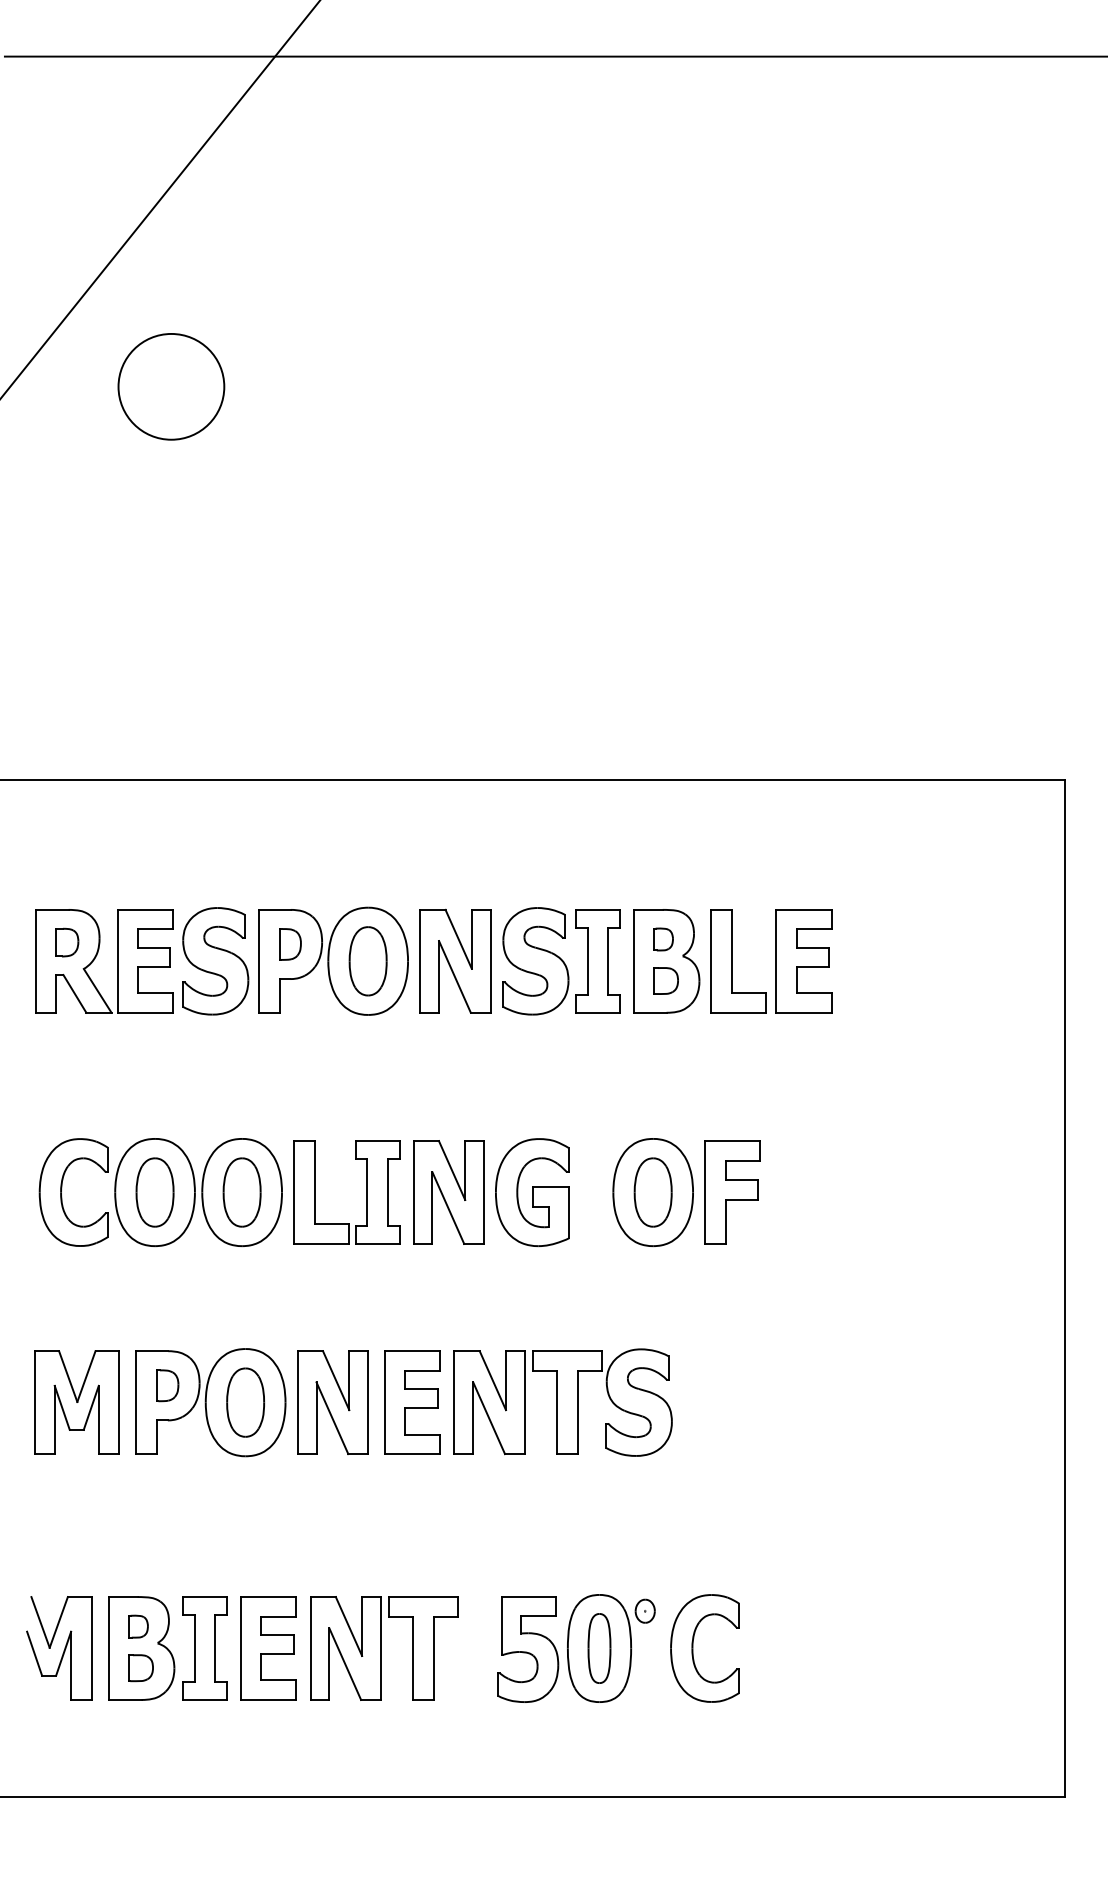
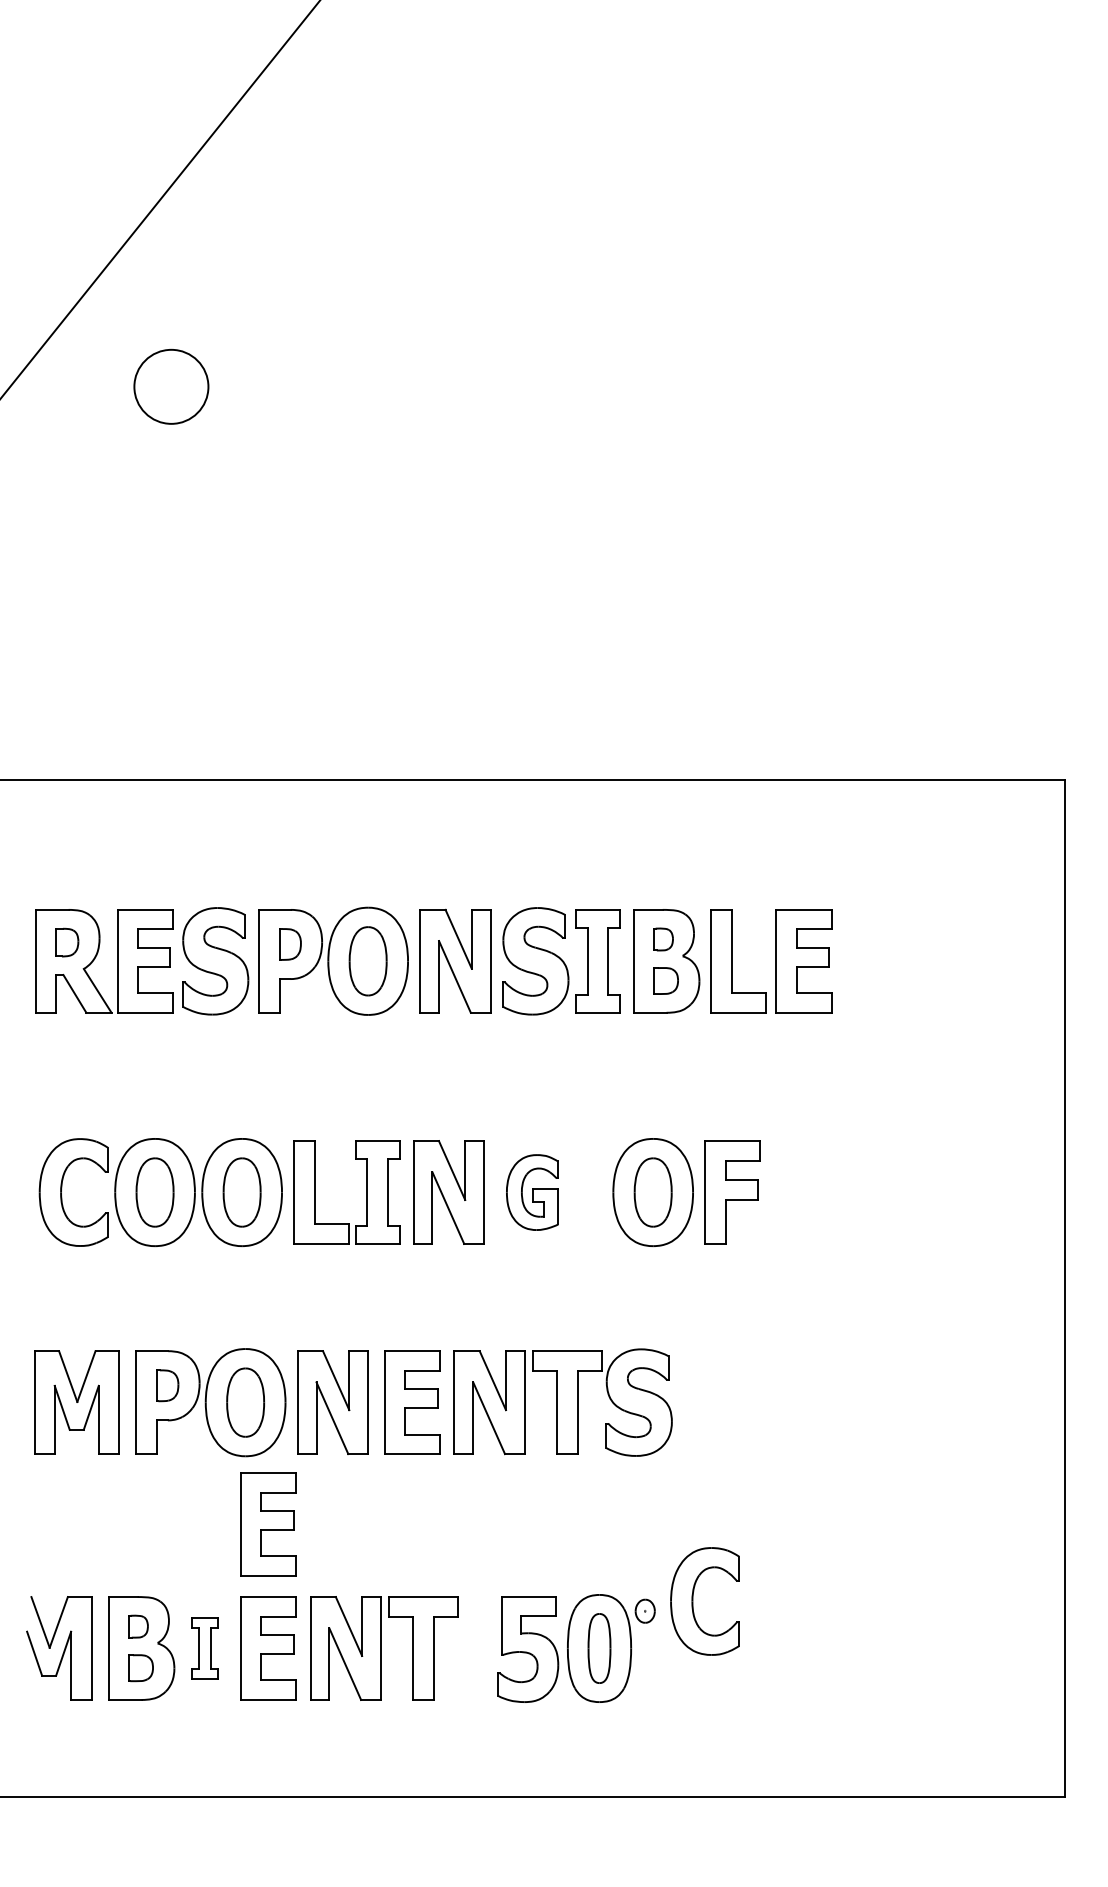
line at (554, 56): present -> none
circle at (171, 386) diameter: 106 px -> 74 px
part at (532, 1192) size: 75x109 px -> 53x77 px
part at (268, 1524): none -> present
part at (204, 1648) size: 46x105 px -> 28x63 px
part at (693, 1648) position: (693, 1648) -> (693, 1601)
